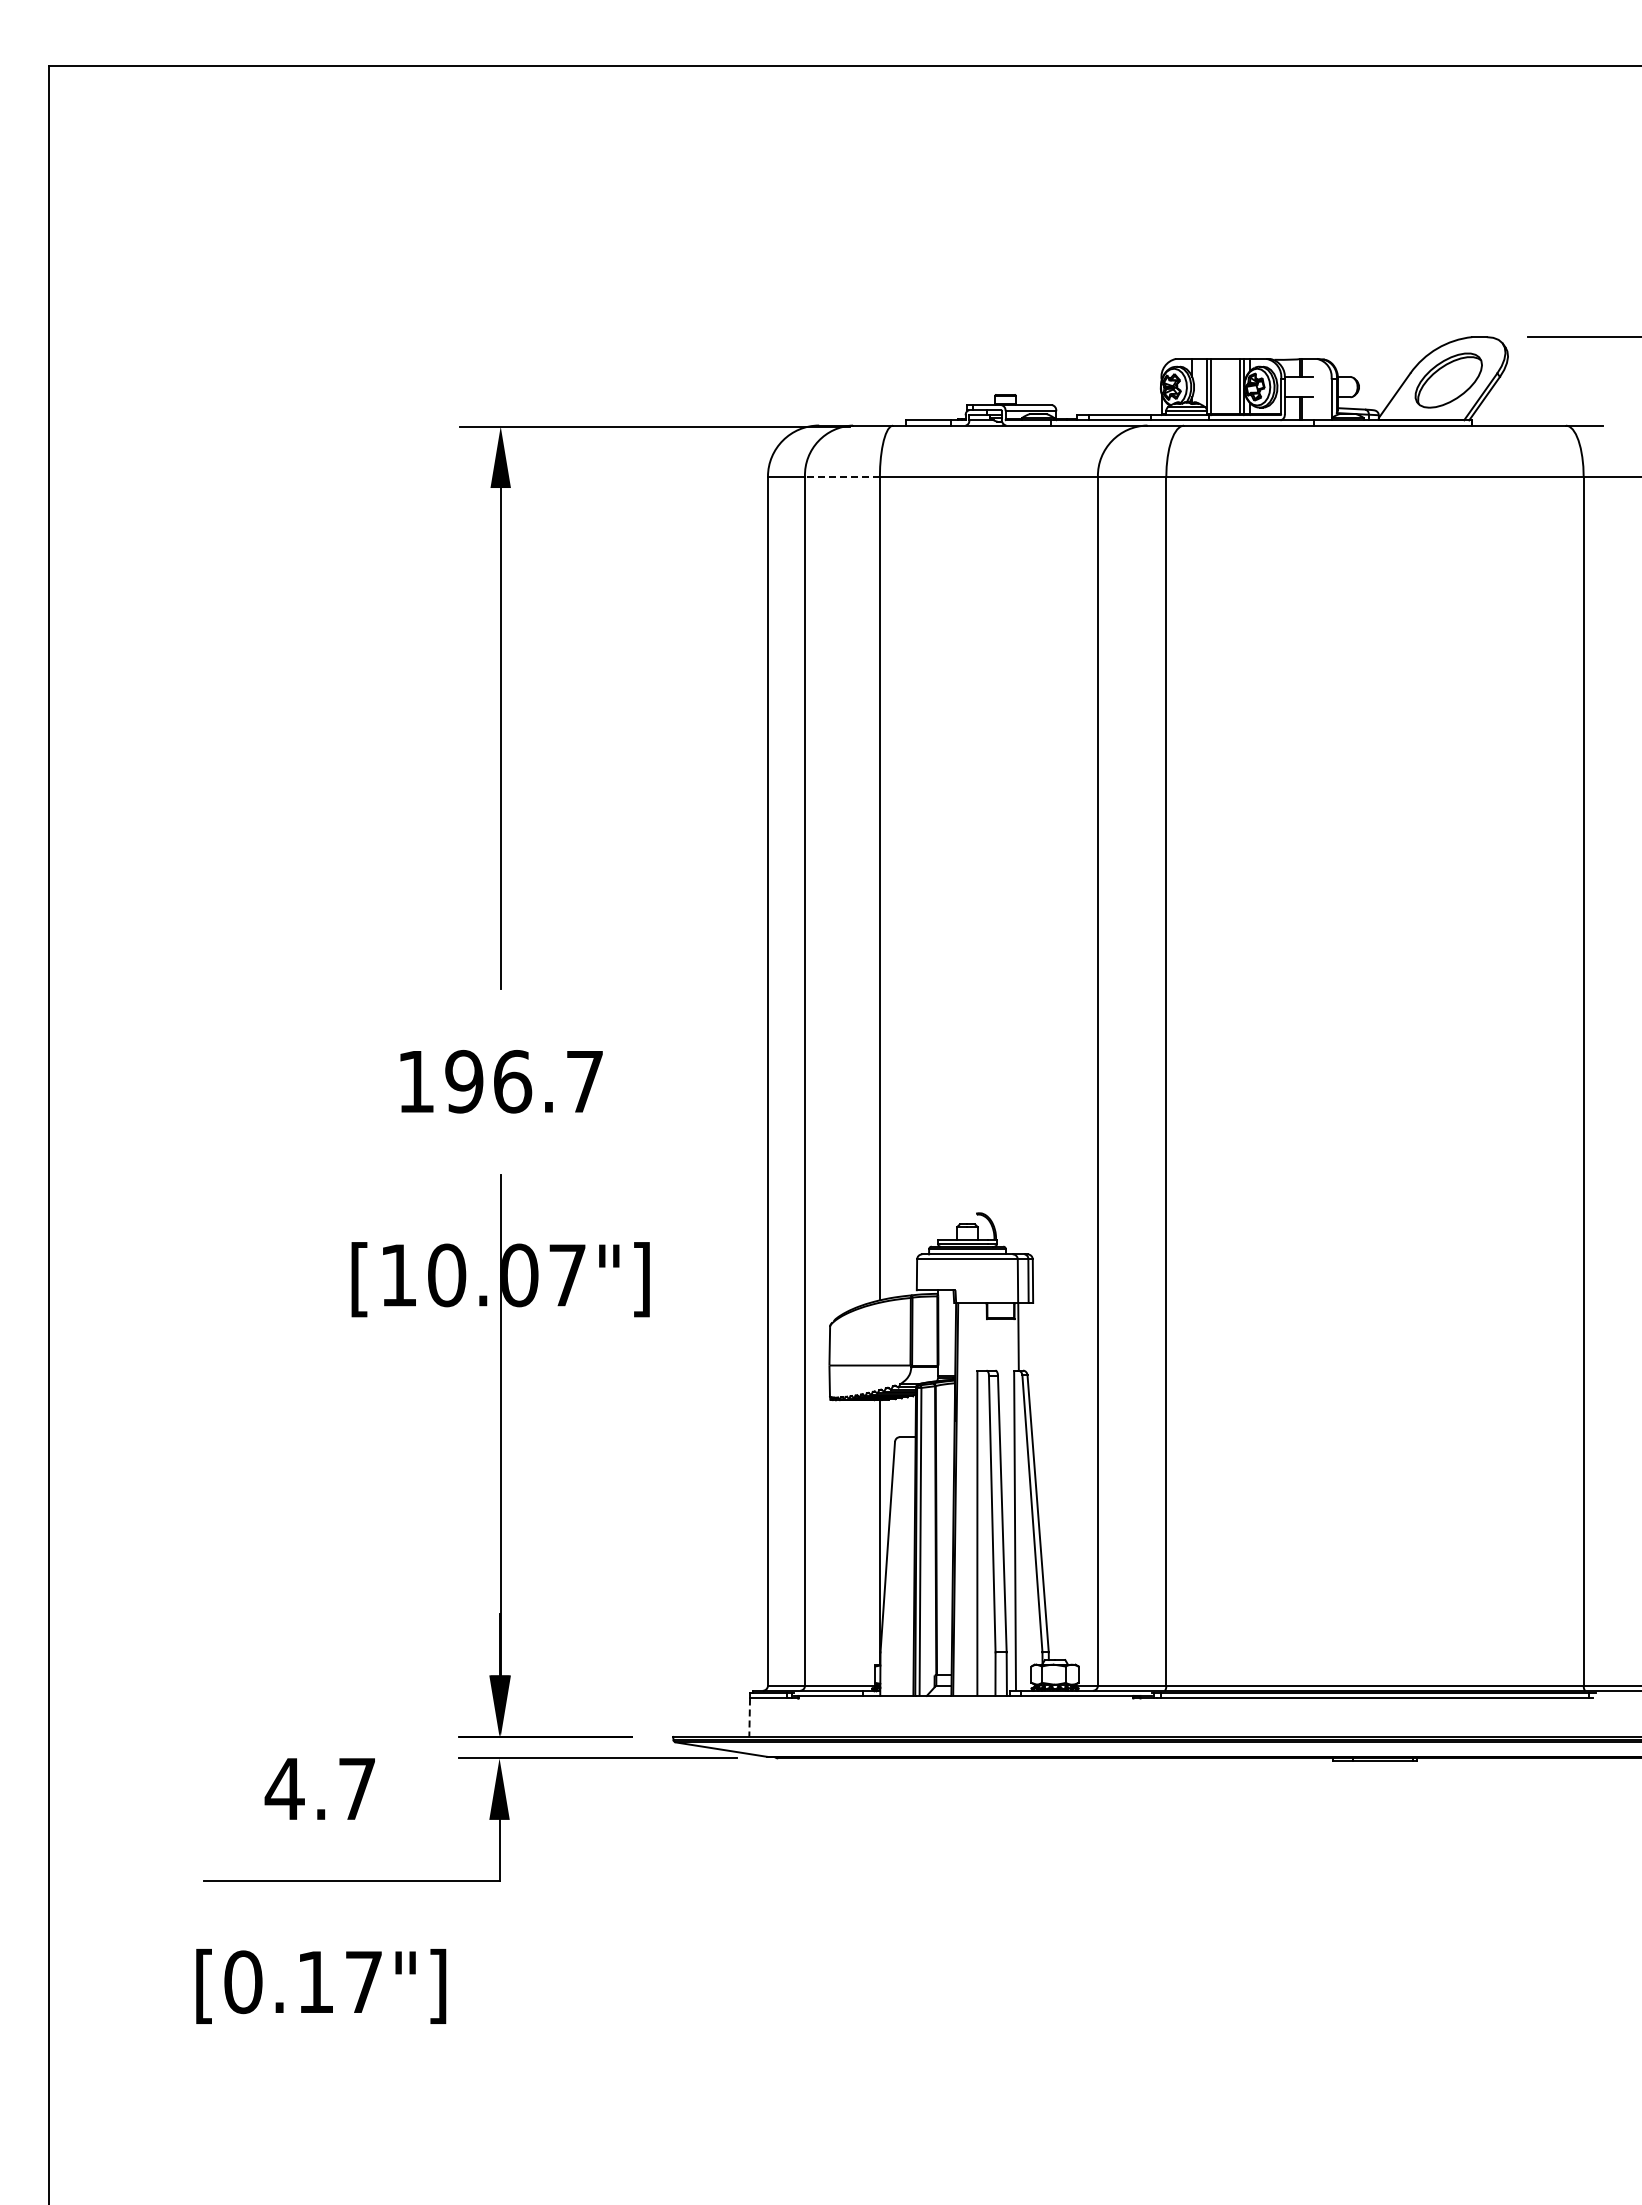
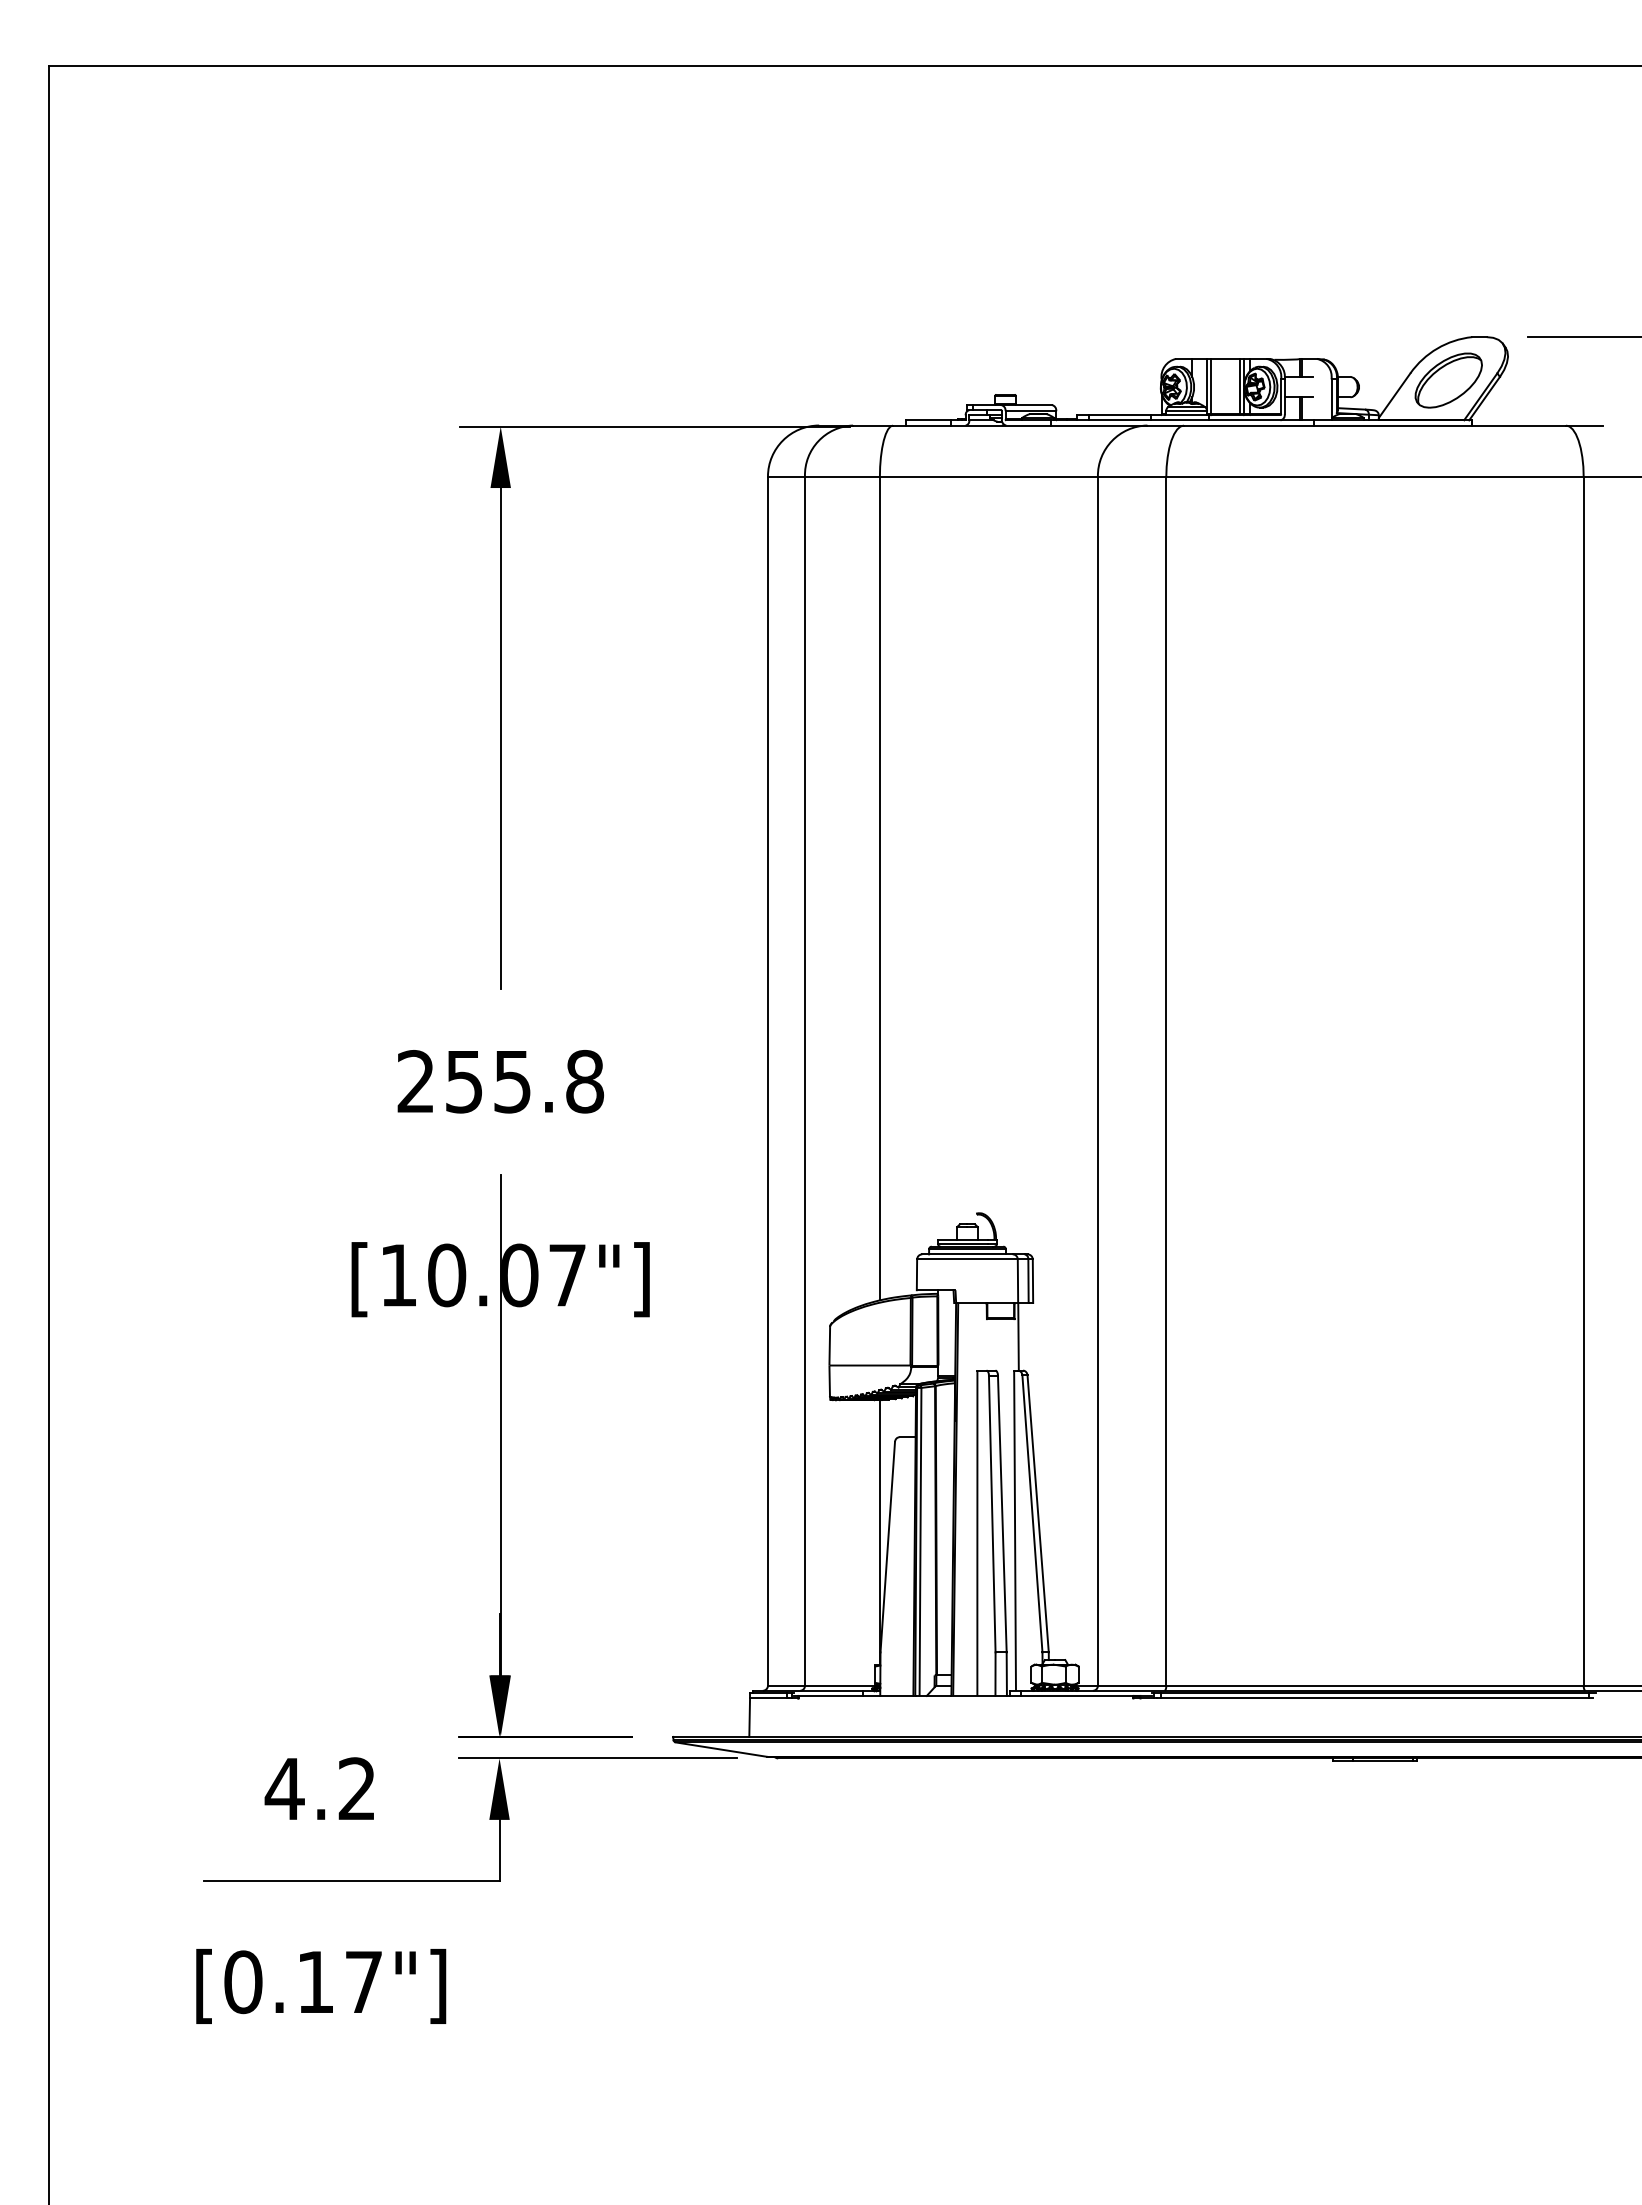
line at (841, 476): dashed -> solid
text at (500, 1081): 196.7 -> 255.8
line at (749, 1718): dashed -> solid
text at (356, 1788): 4.7 -> 4.2
